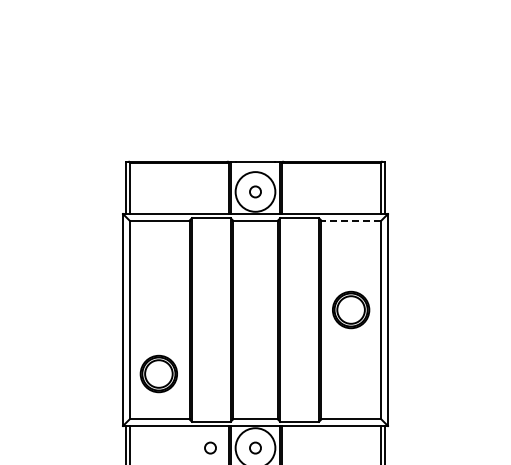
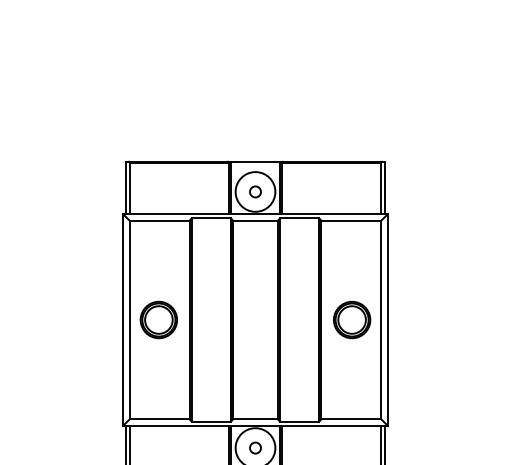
line at (351, 220): dashed -> solid
part at (351, 309) position: (351, 309) -> (352, 319)
part at (158, 373) position: (158, 373) -> (158, 319)
circle at (210, 447): present -> none
